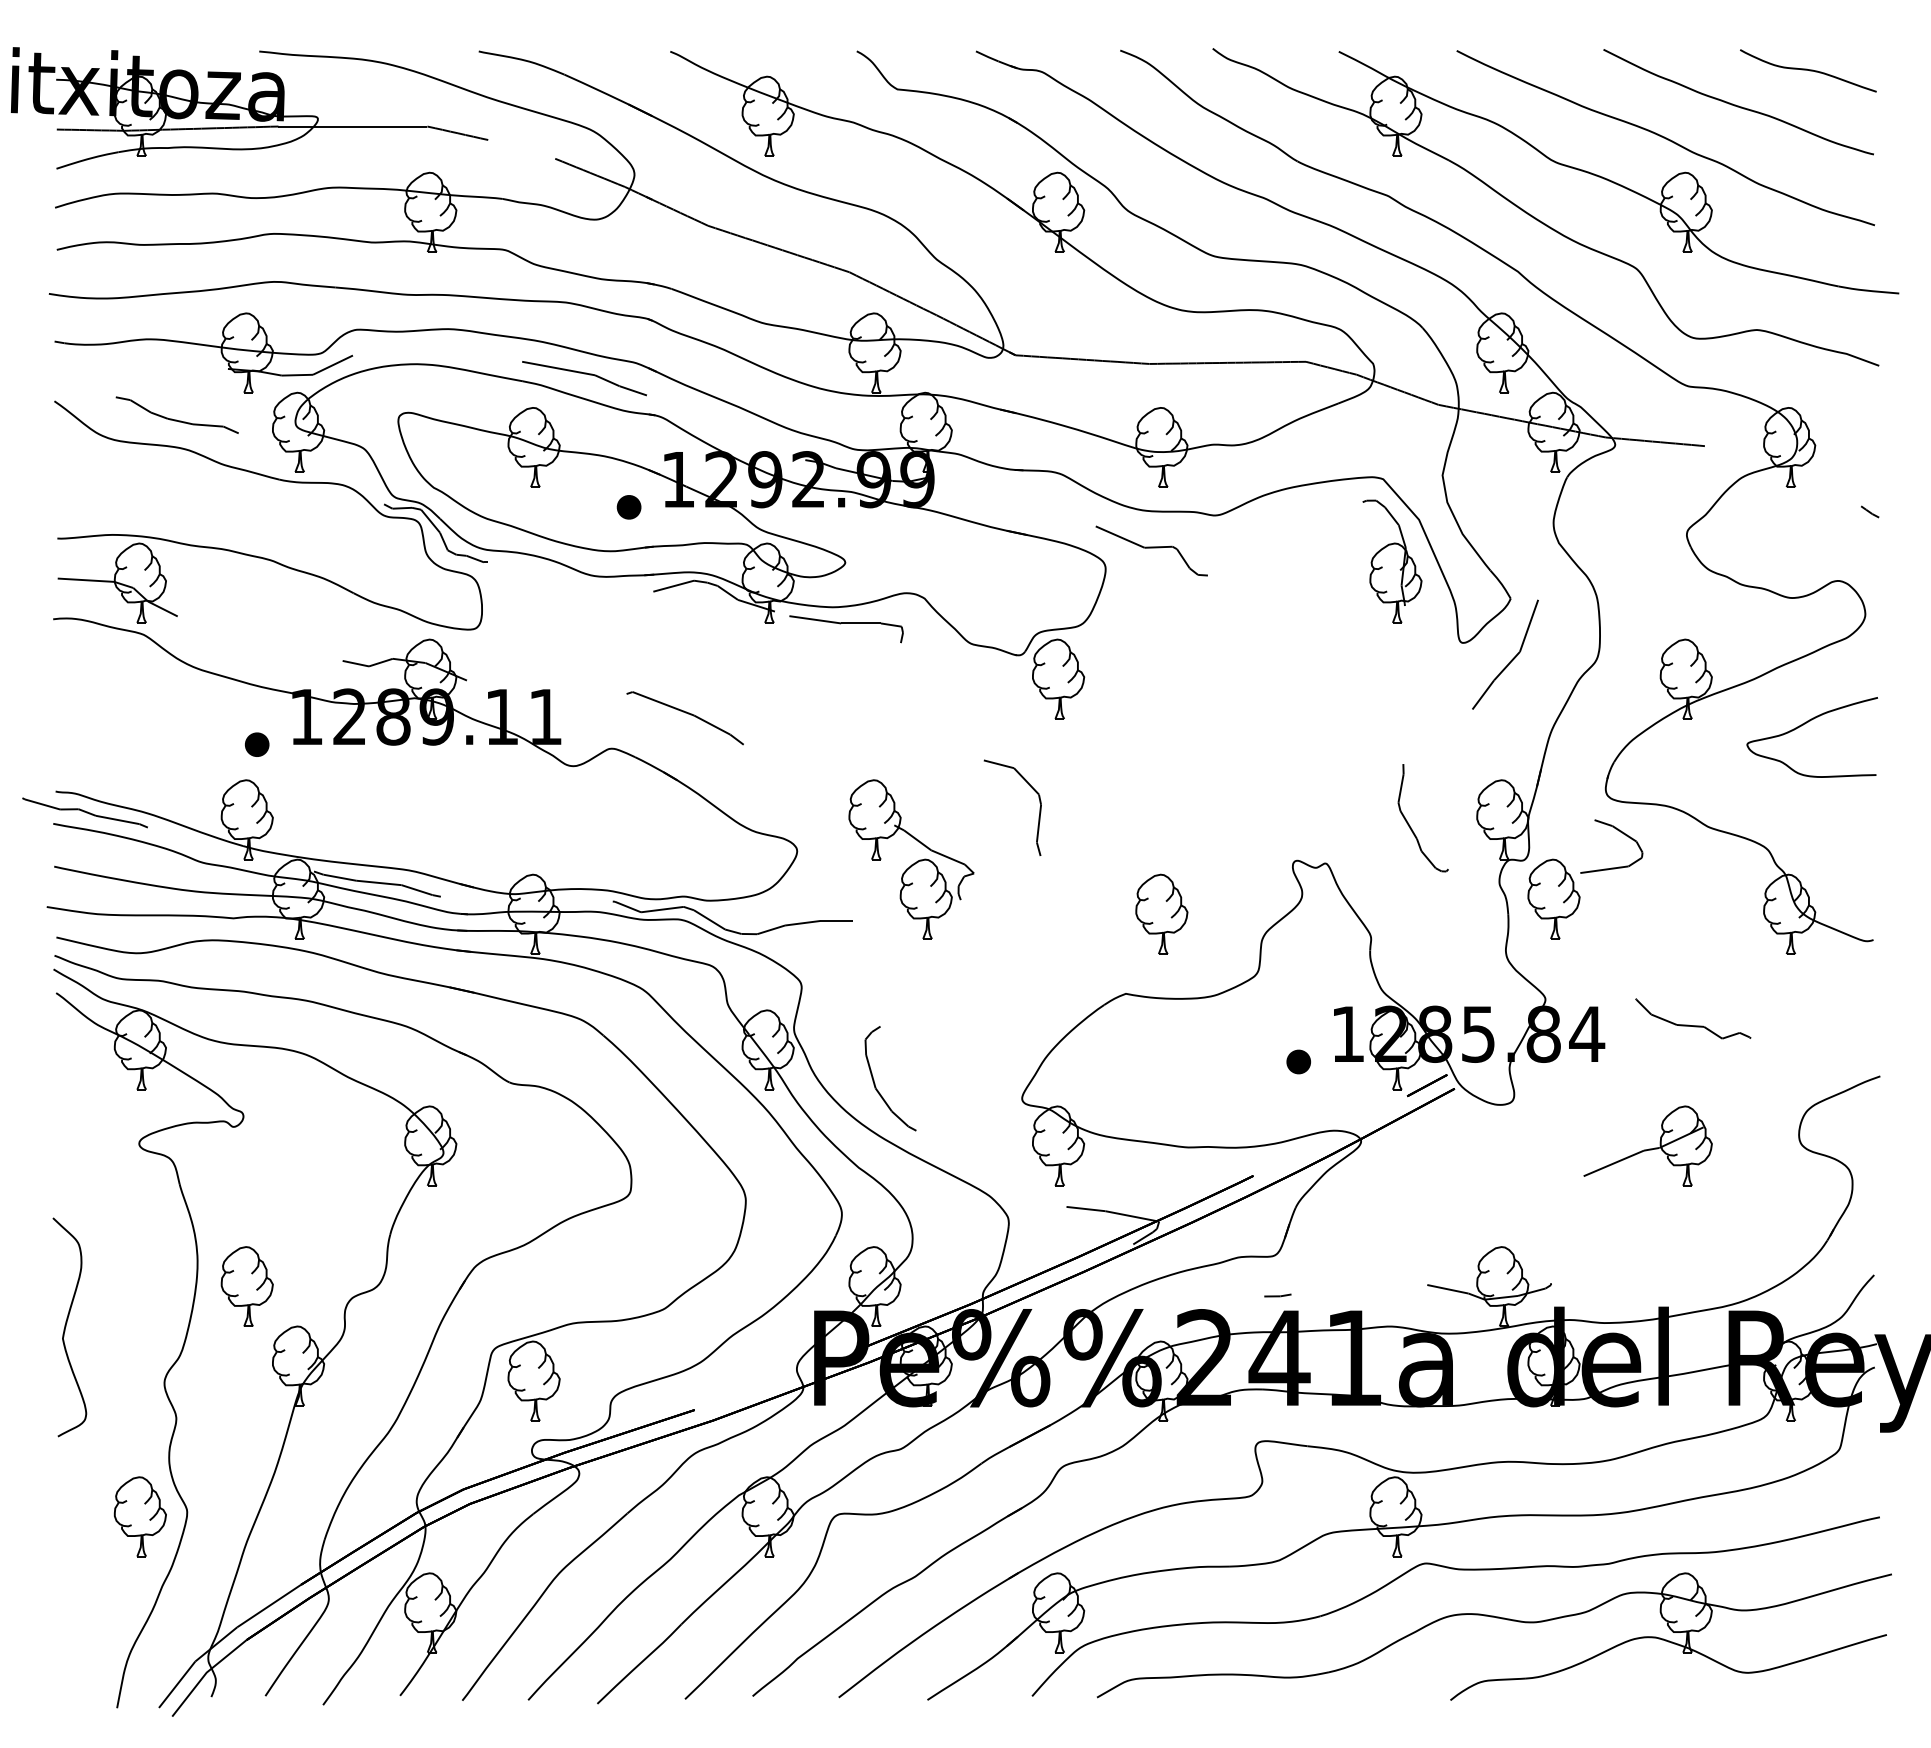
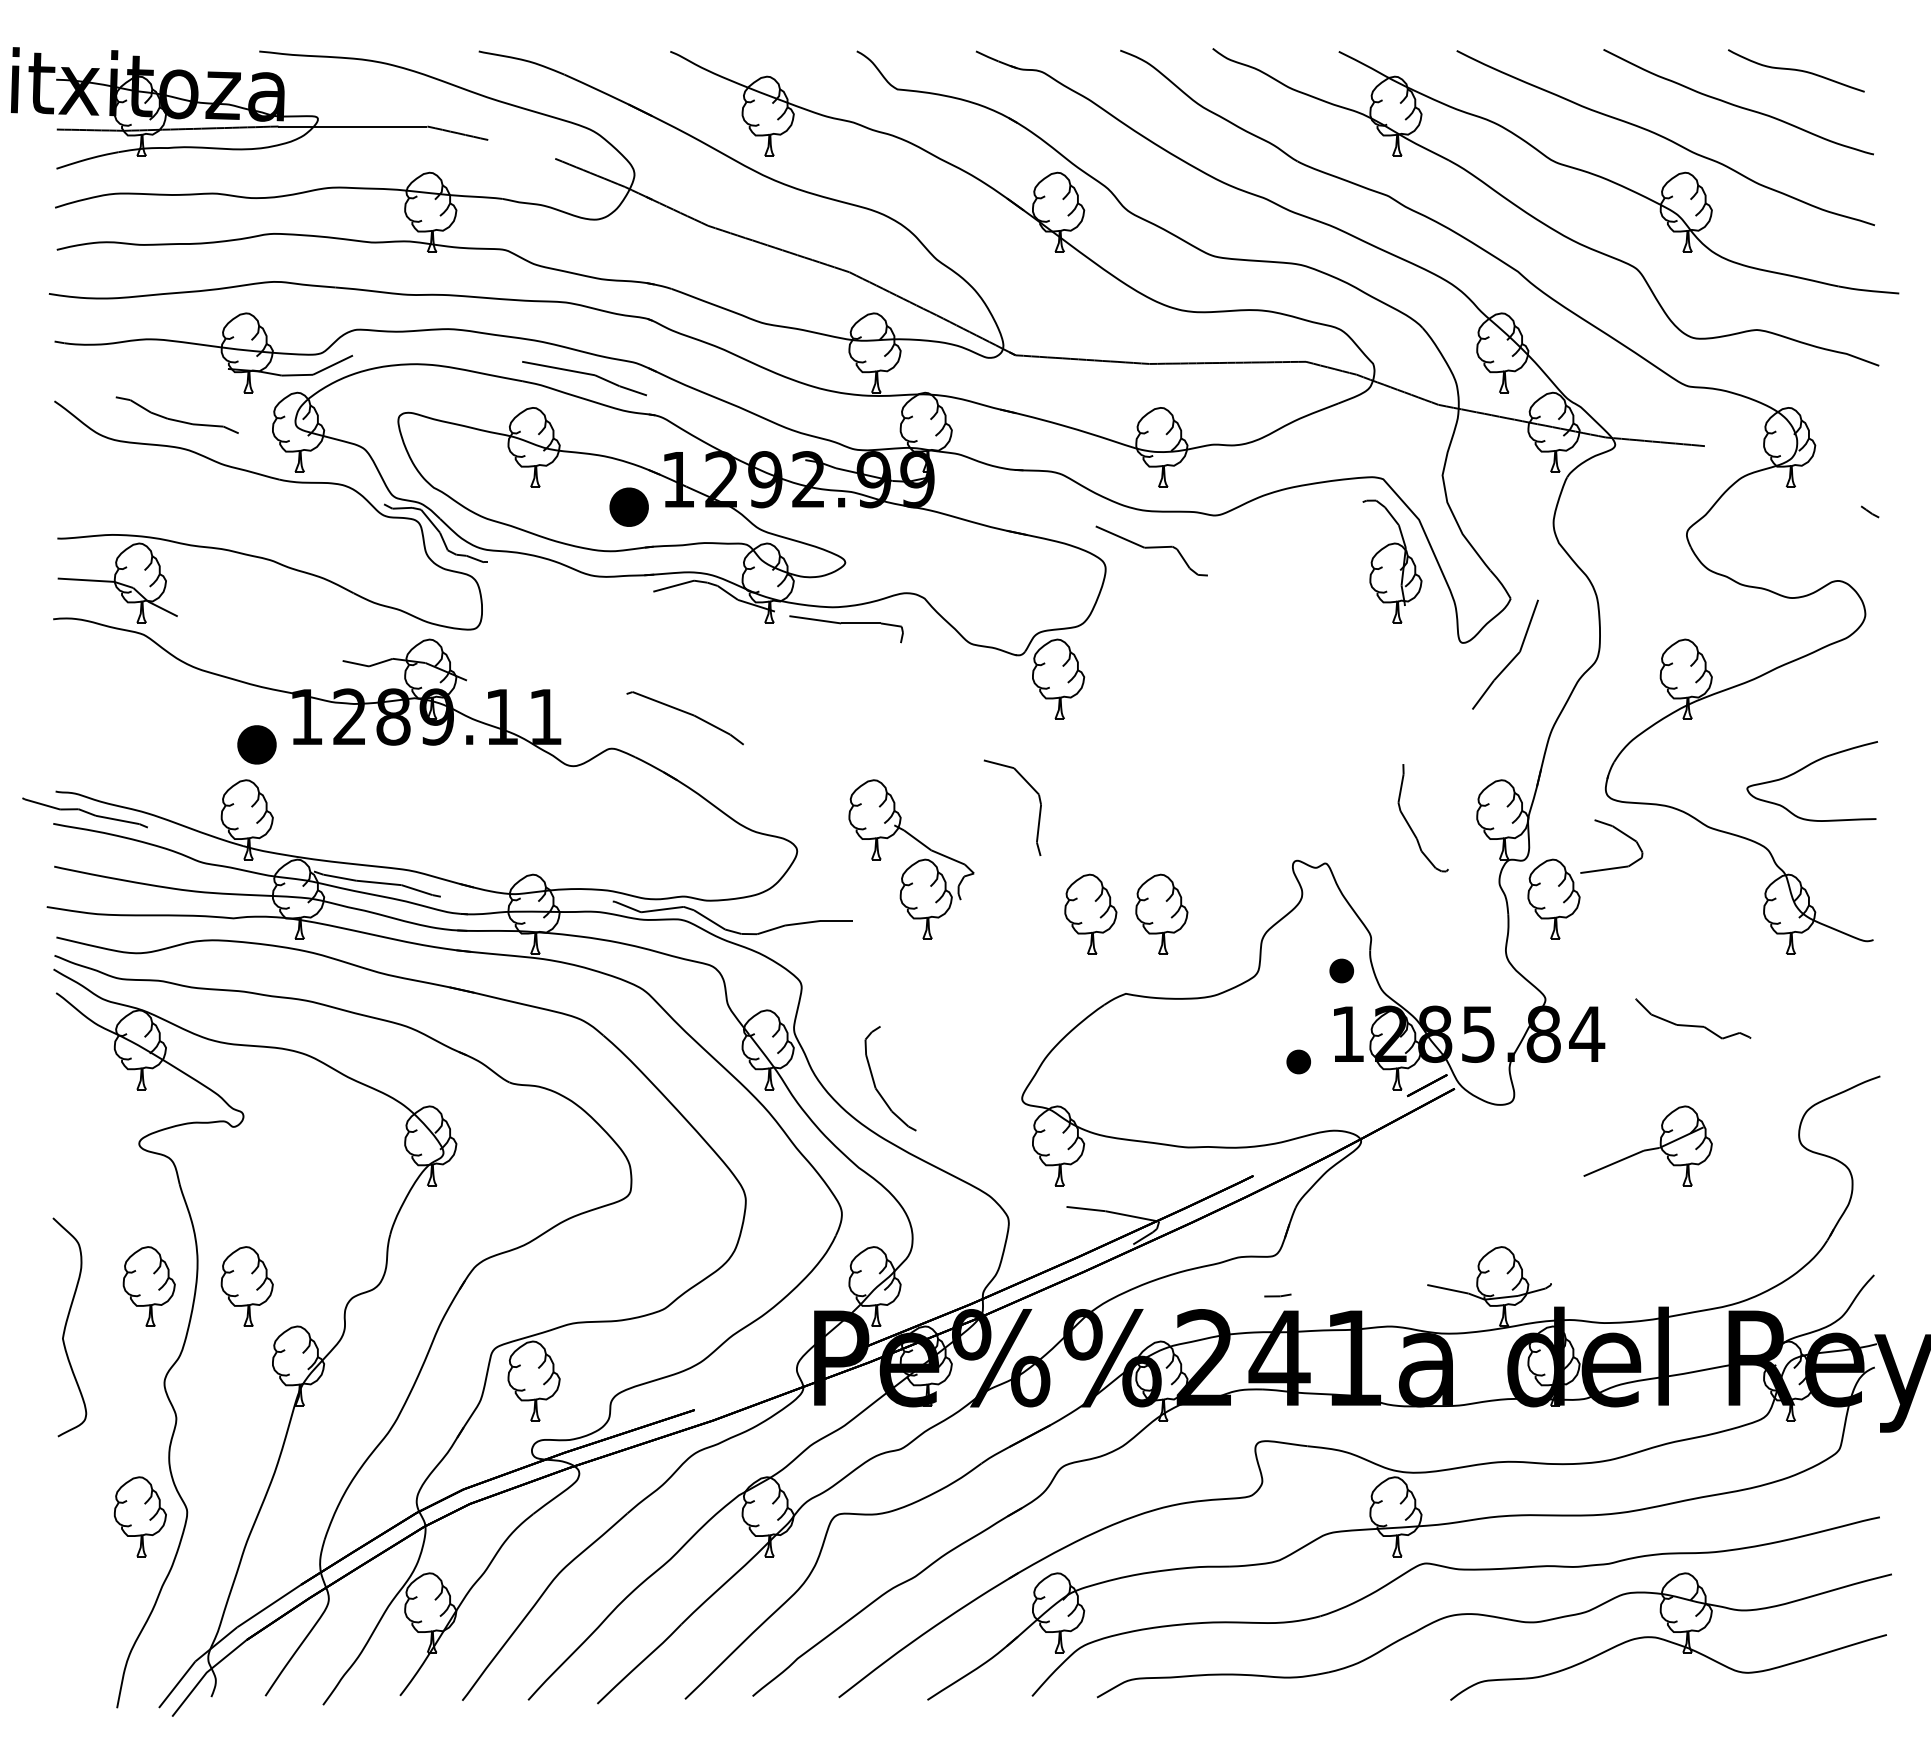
curve at (1808, 70) position: (1808, 70) -> (1796, 70)
part at (628, 507) size: 26x25 px -> 40x40 px
curve at (1805, 724) position: (1805, 724) -> (1805, 768)
part at (257, 744) size: 25x25 px -> 40x40 px
part at (1090, 913): none -> present
part at (1341, 970): none -> present
part at (148, 1286): none -> present
